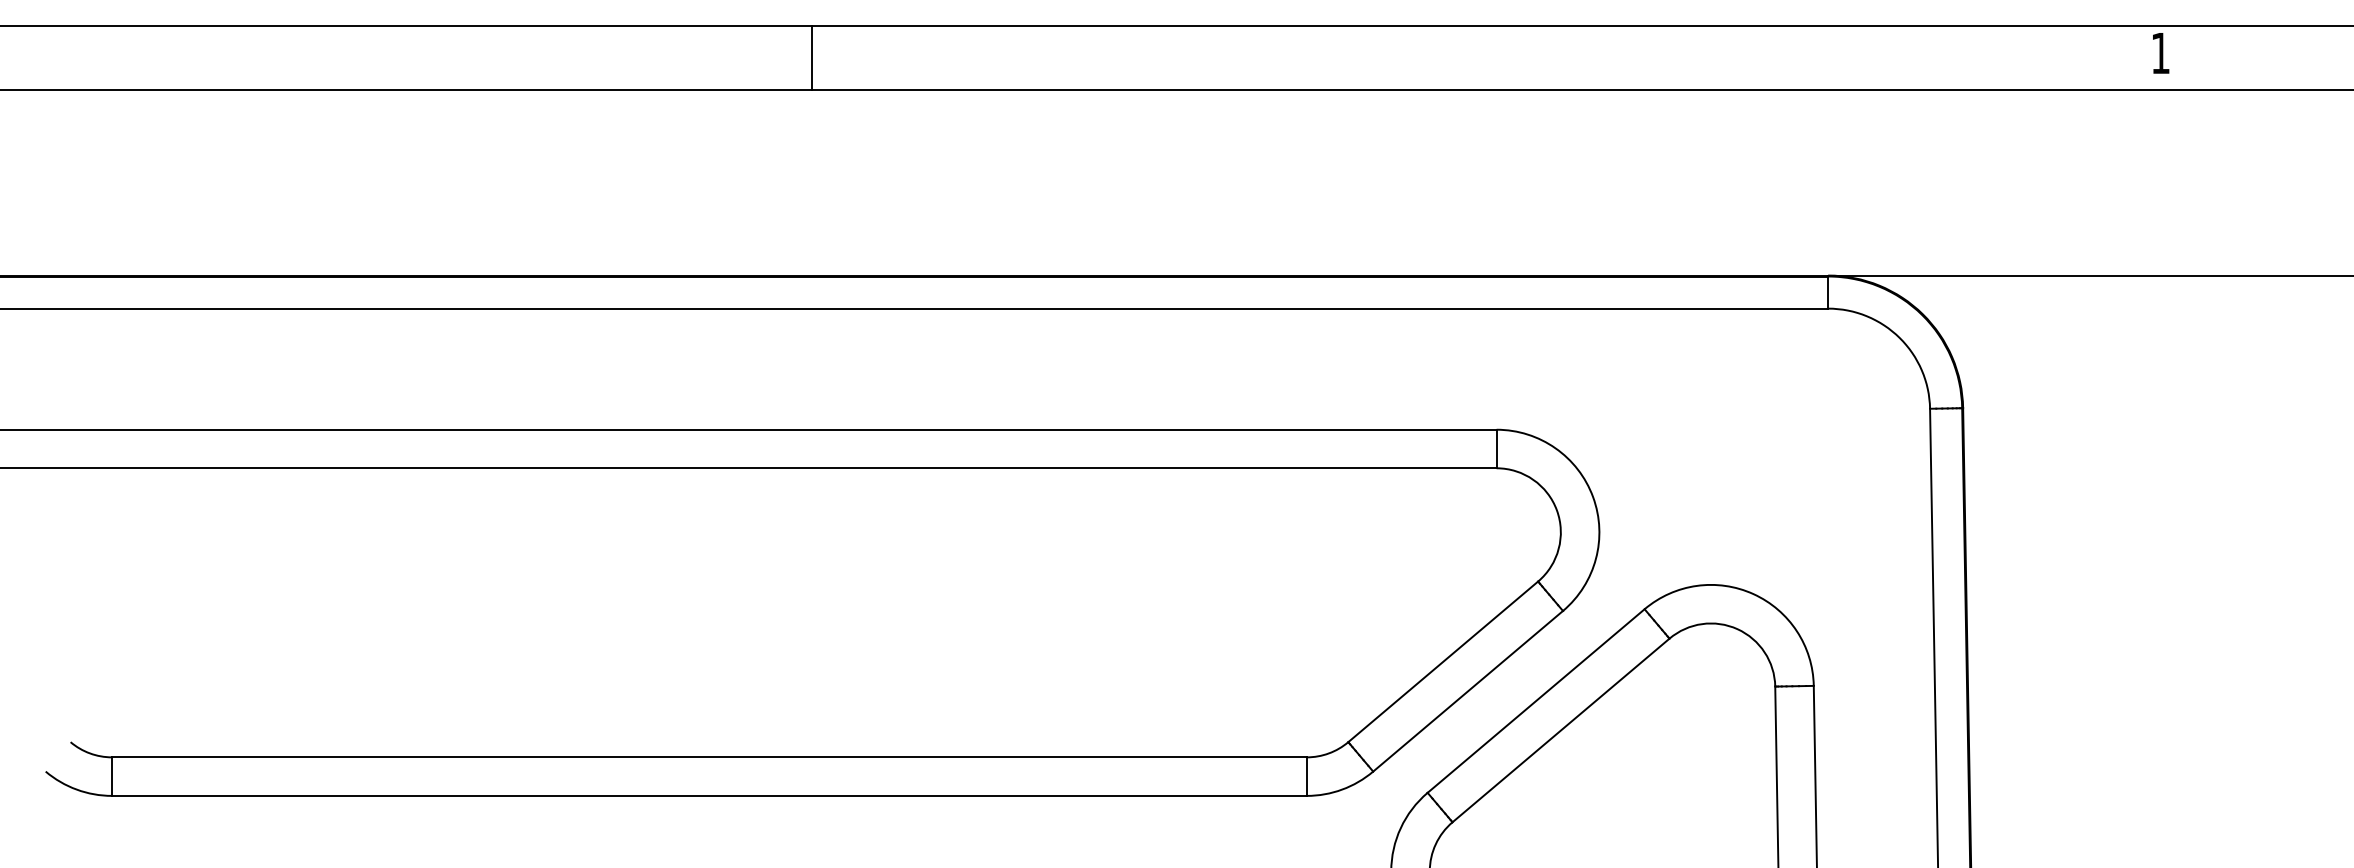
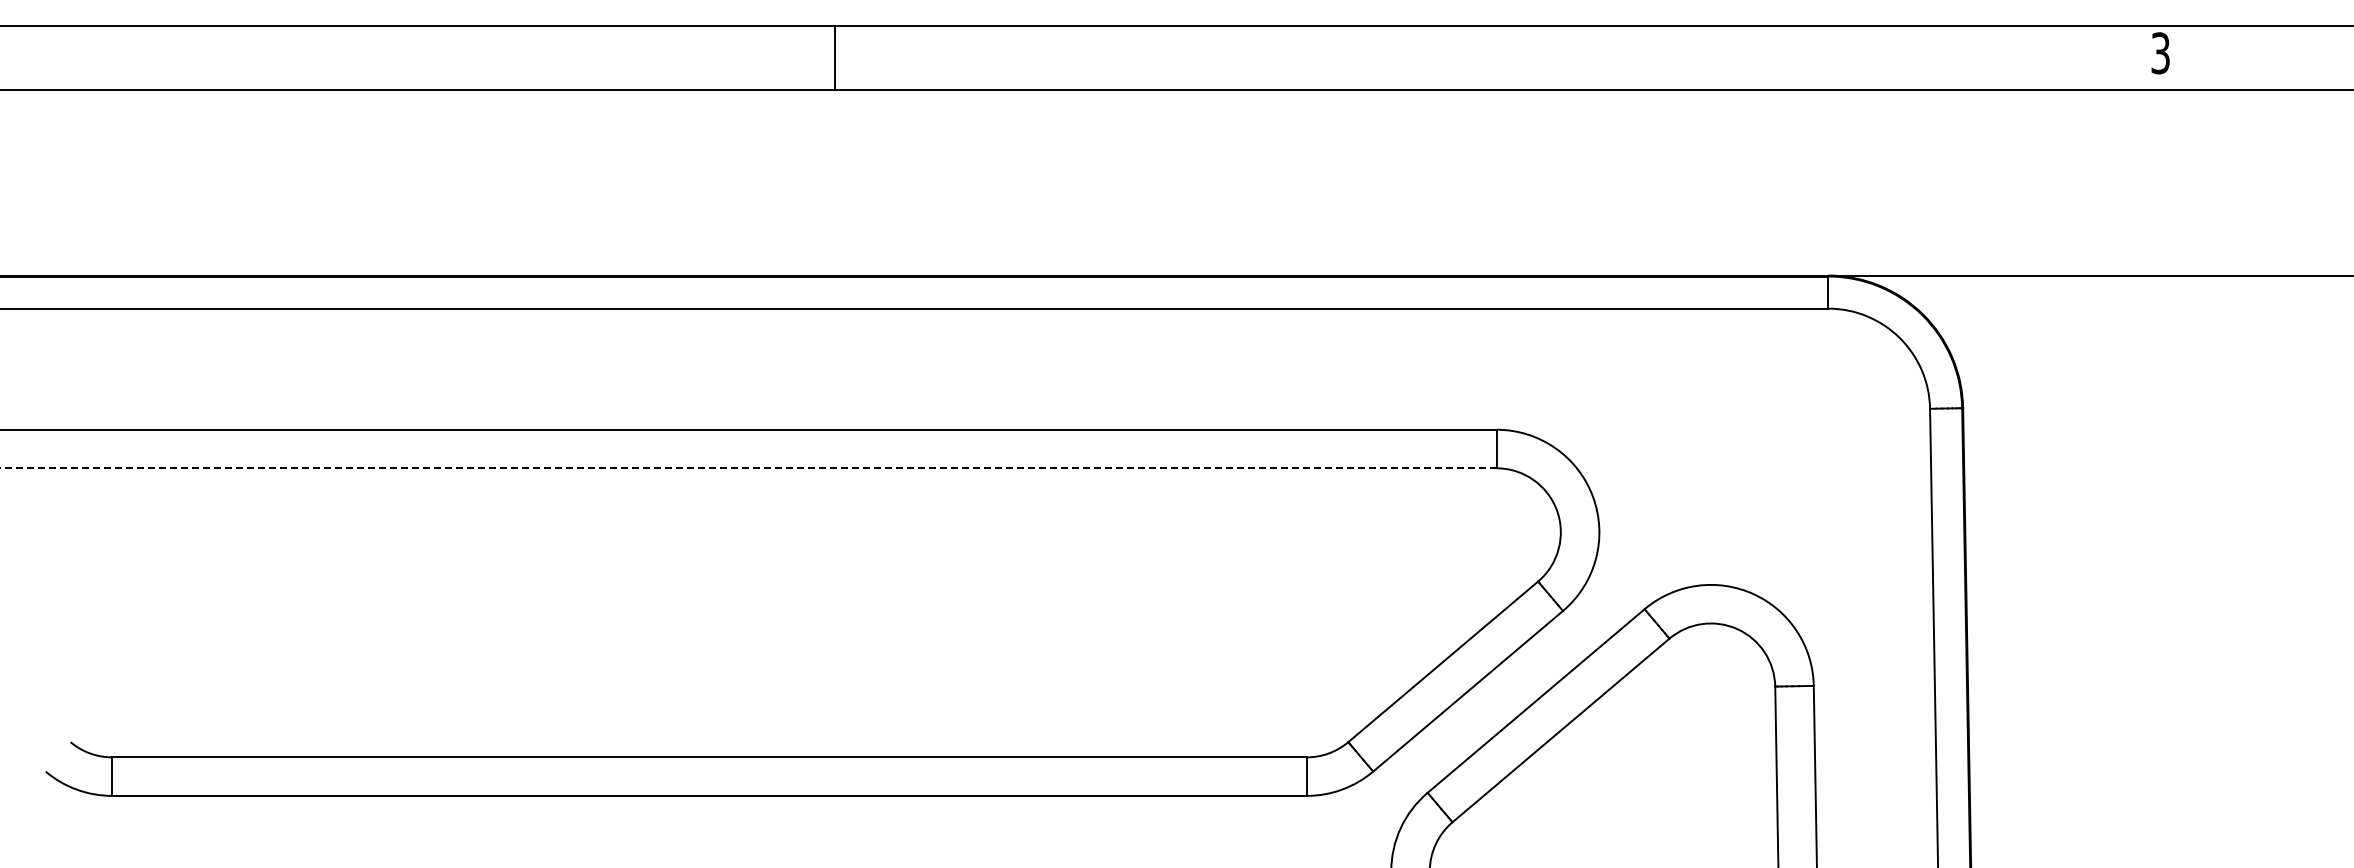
text at (2160, 53): 1 -> 3
line at (812, 57) position: (812, 57) -> (835, 57)
line at (747, 468): solid -> dashed
